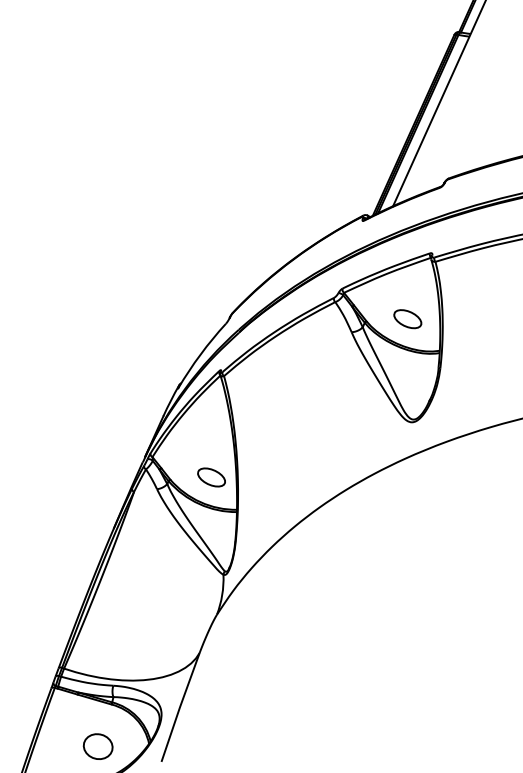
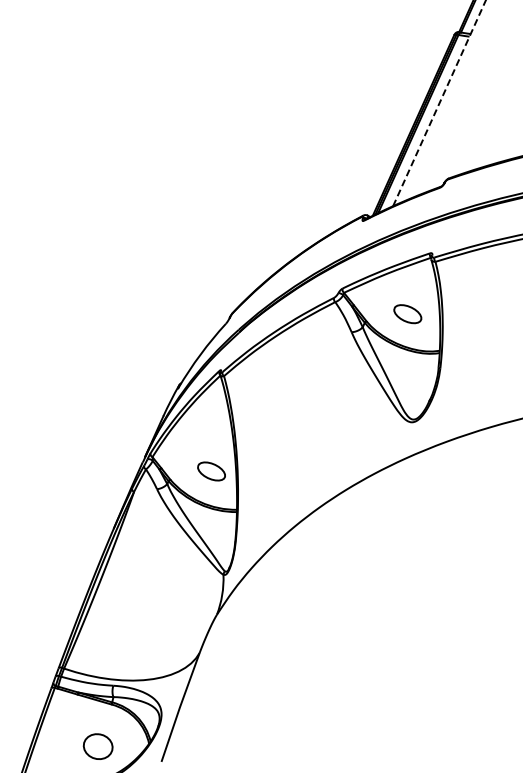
line at (439, 103): solid -> dashed
part at (407, 319) position: (407, 319) -> (407, 314)
part at (211, 477) position: (211, 477) -> (211, 471)
